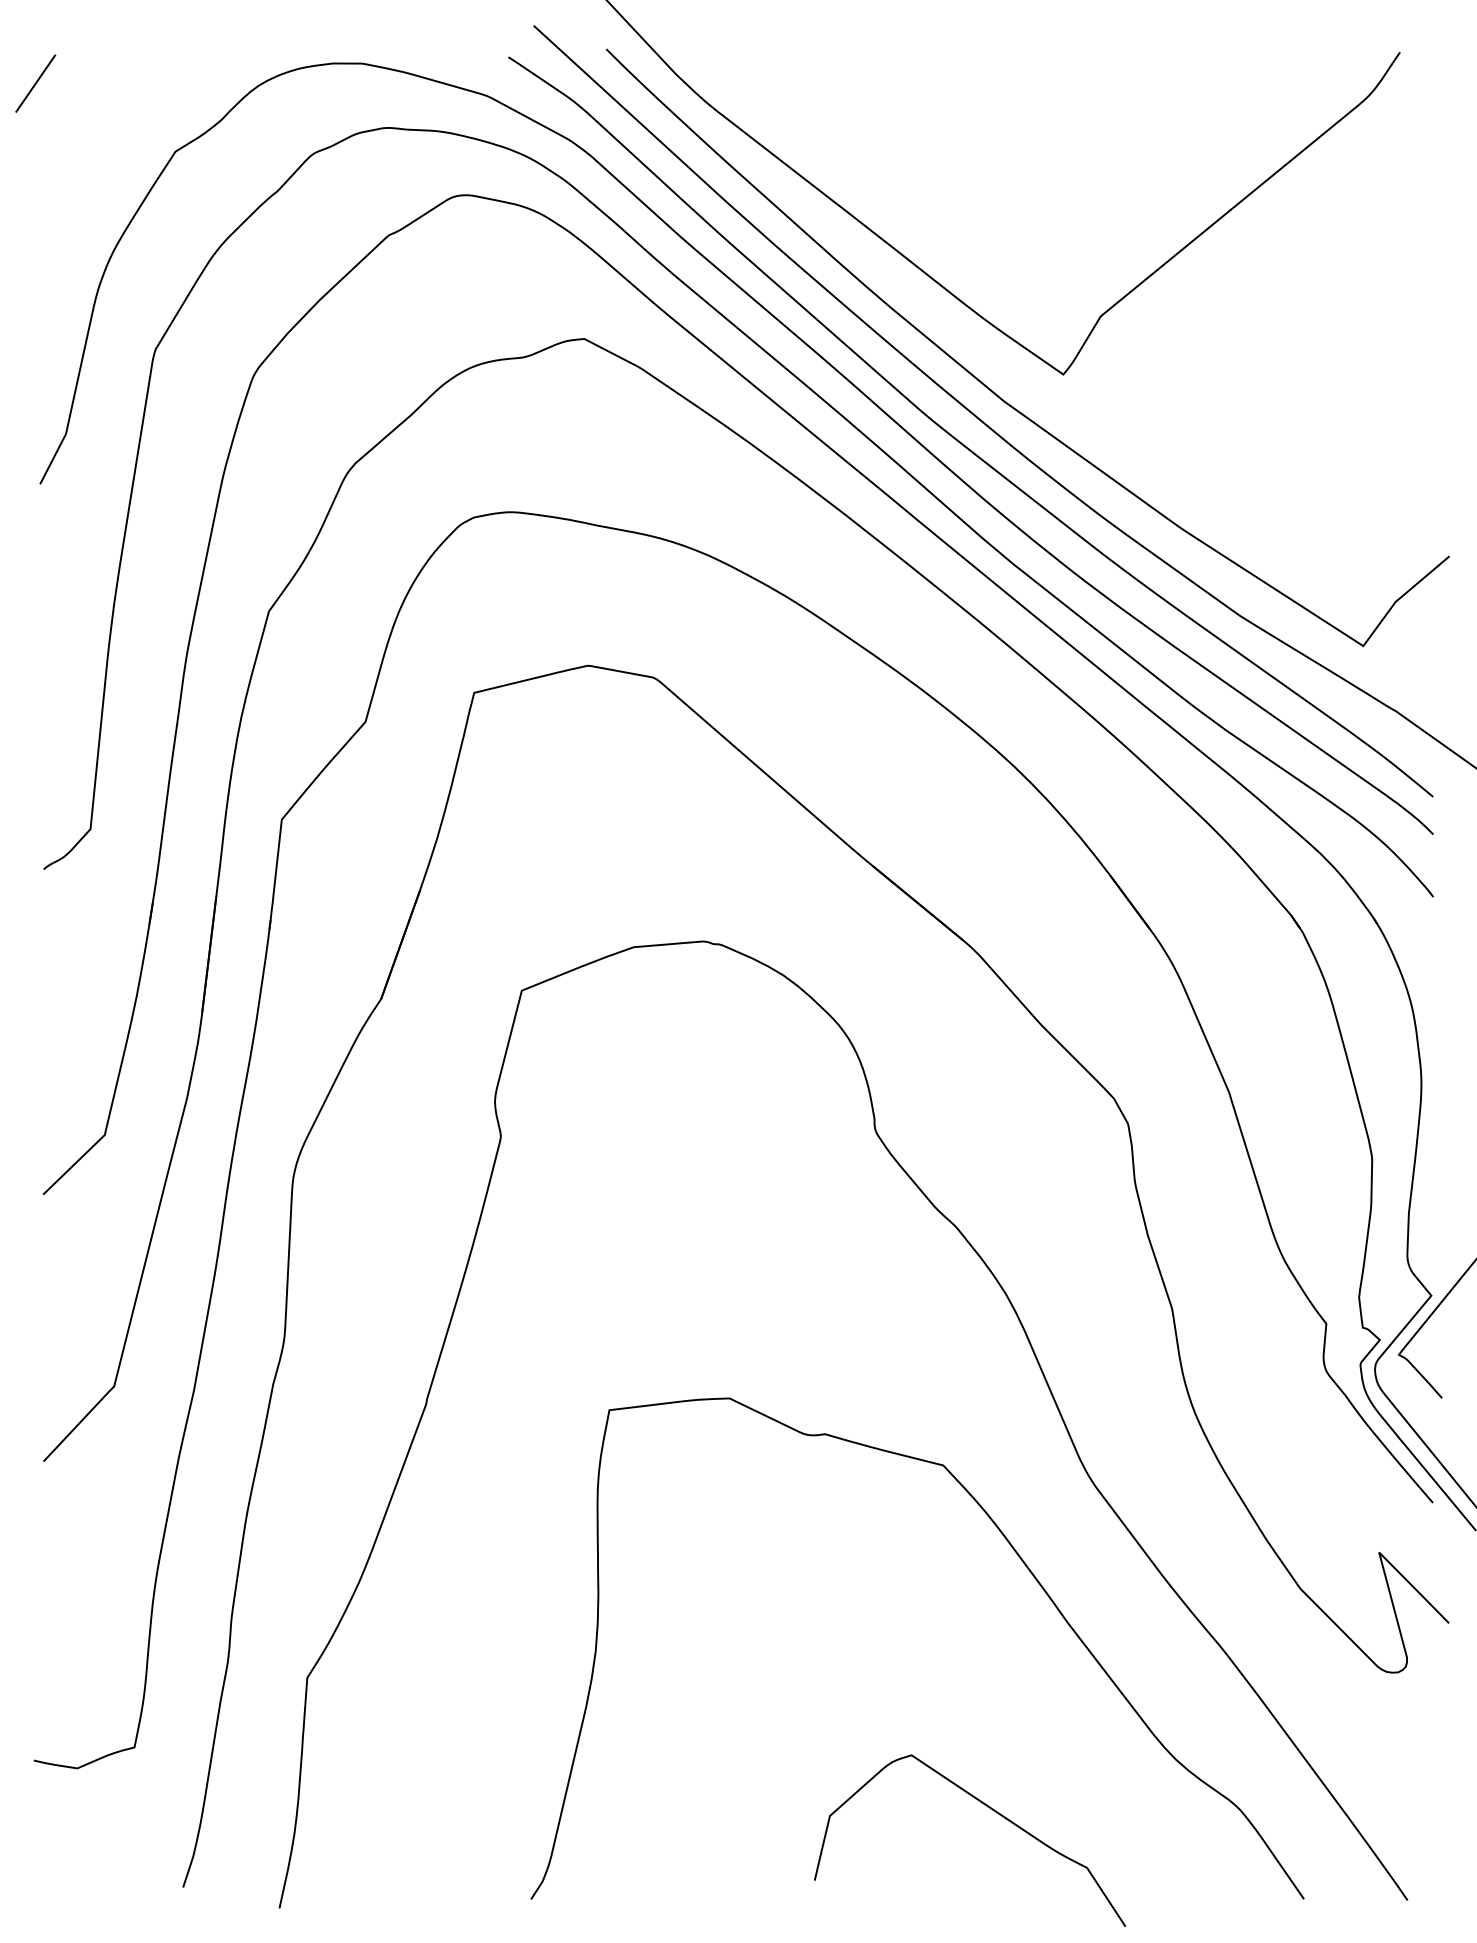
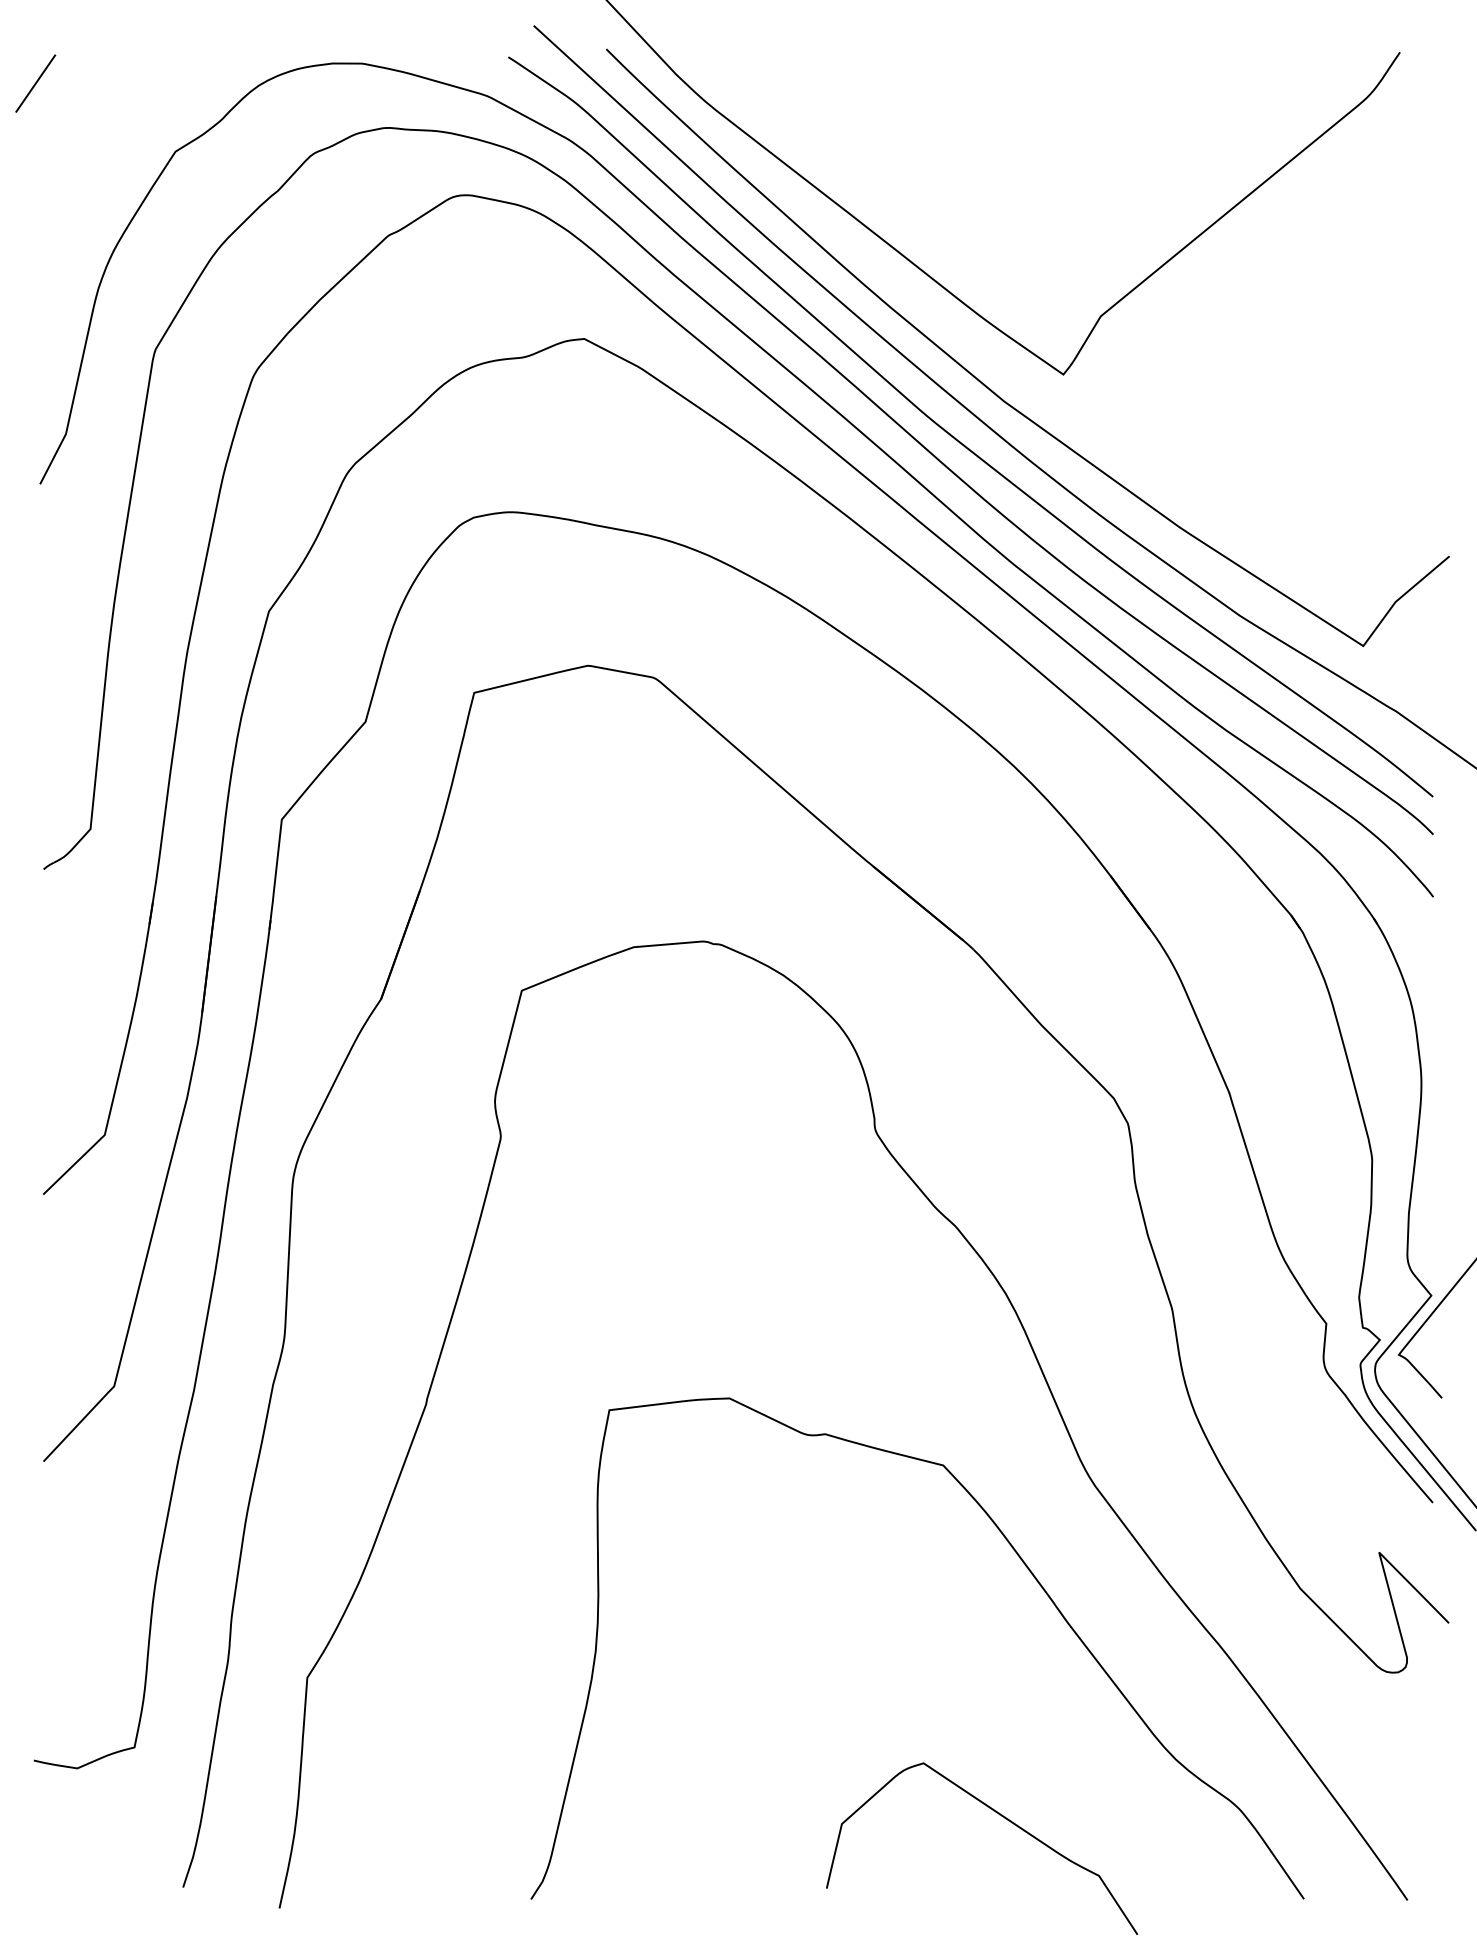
curve at (990, 1809) position: (990, 1809) -> (1002, 1817)
